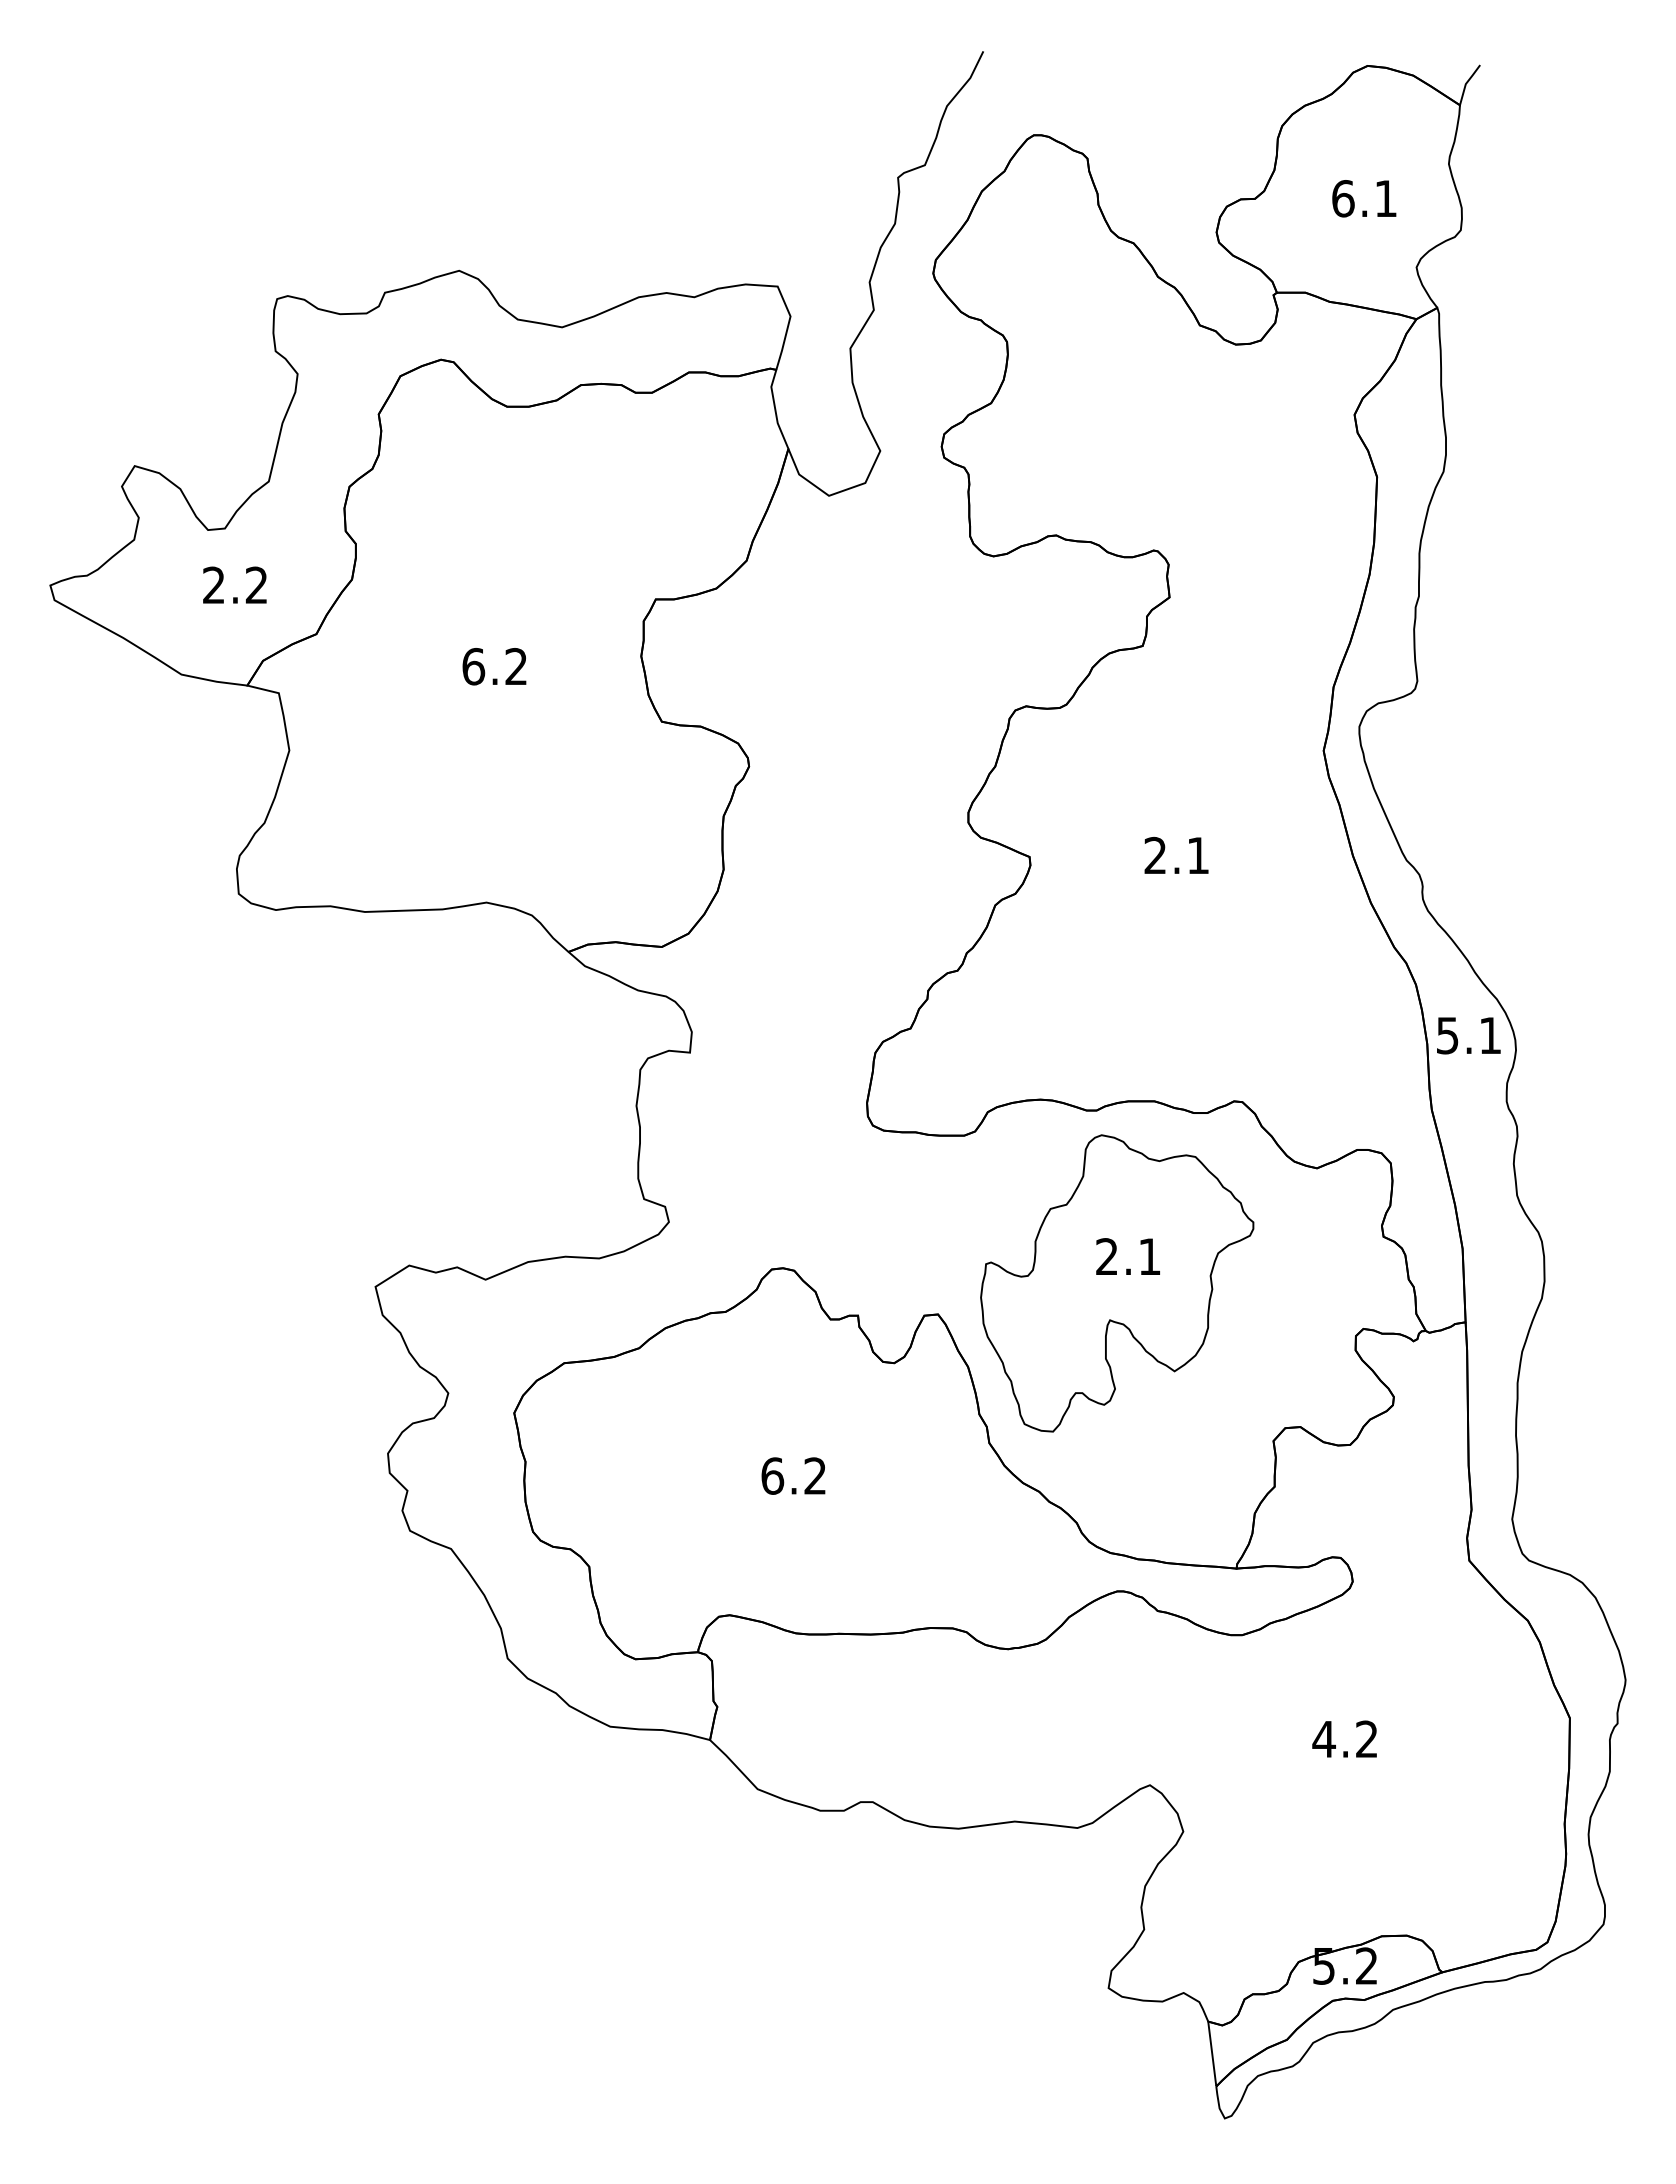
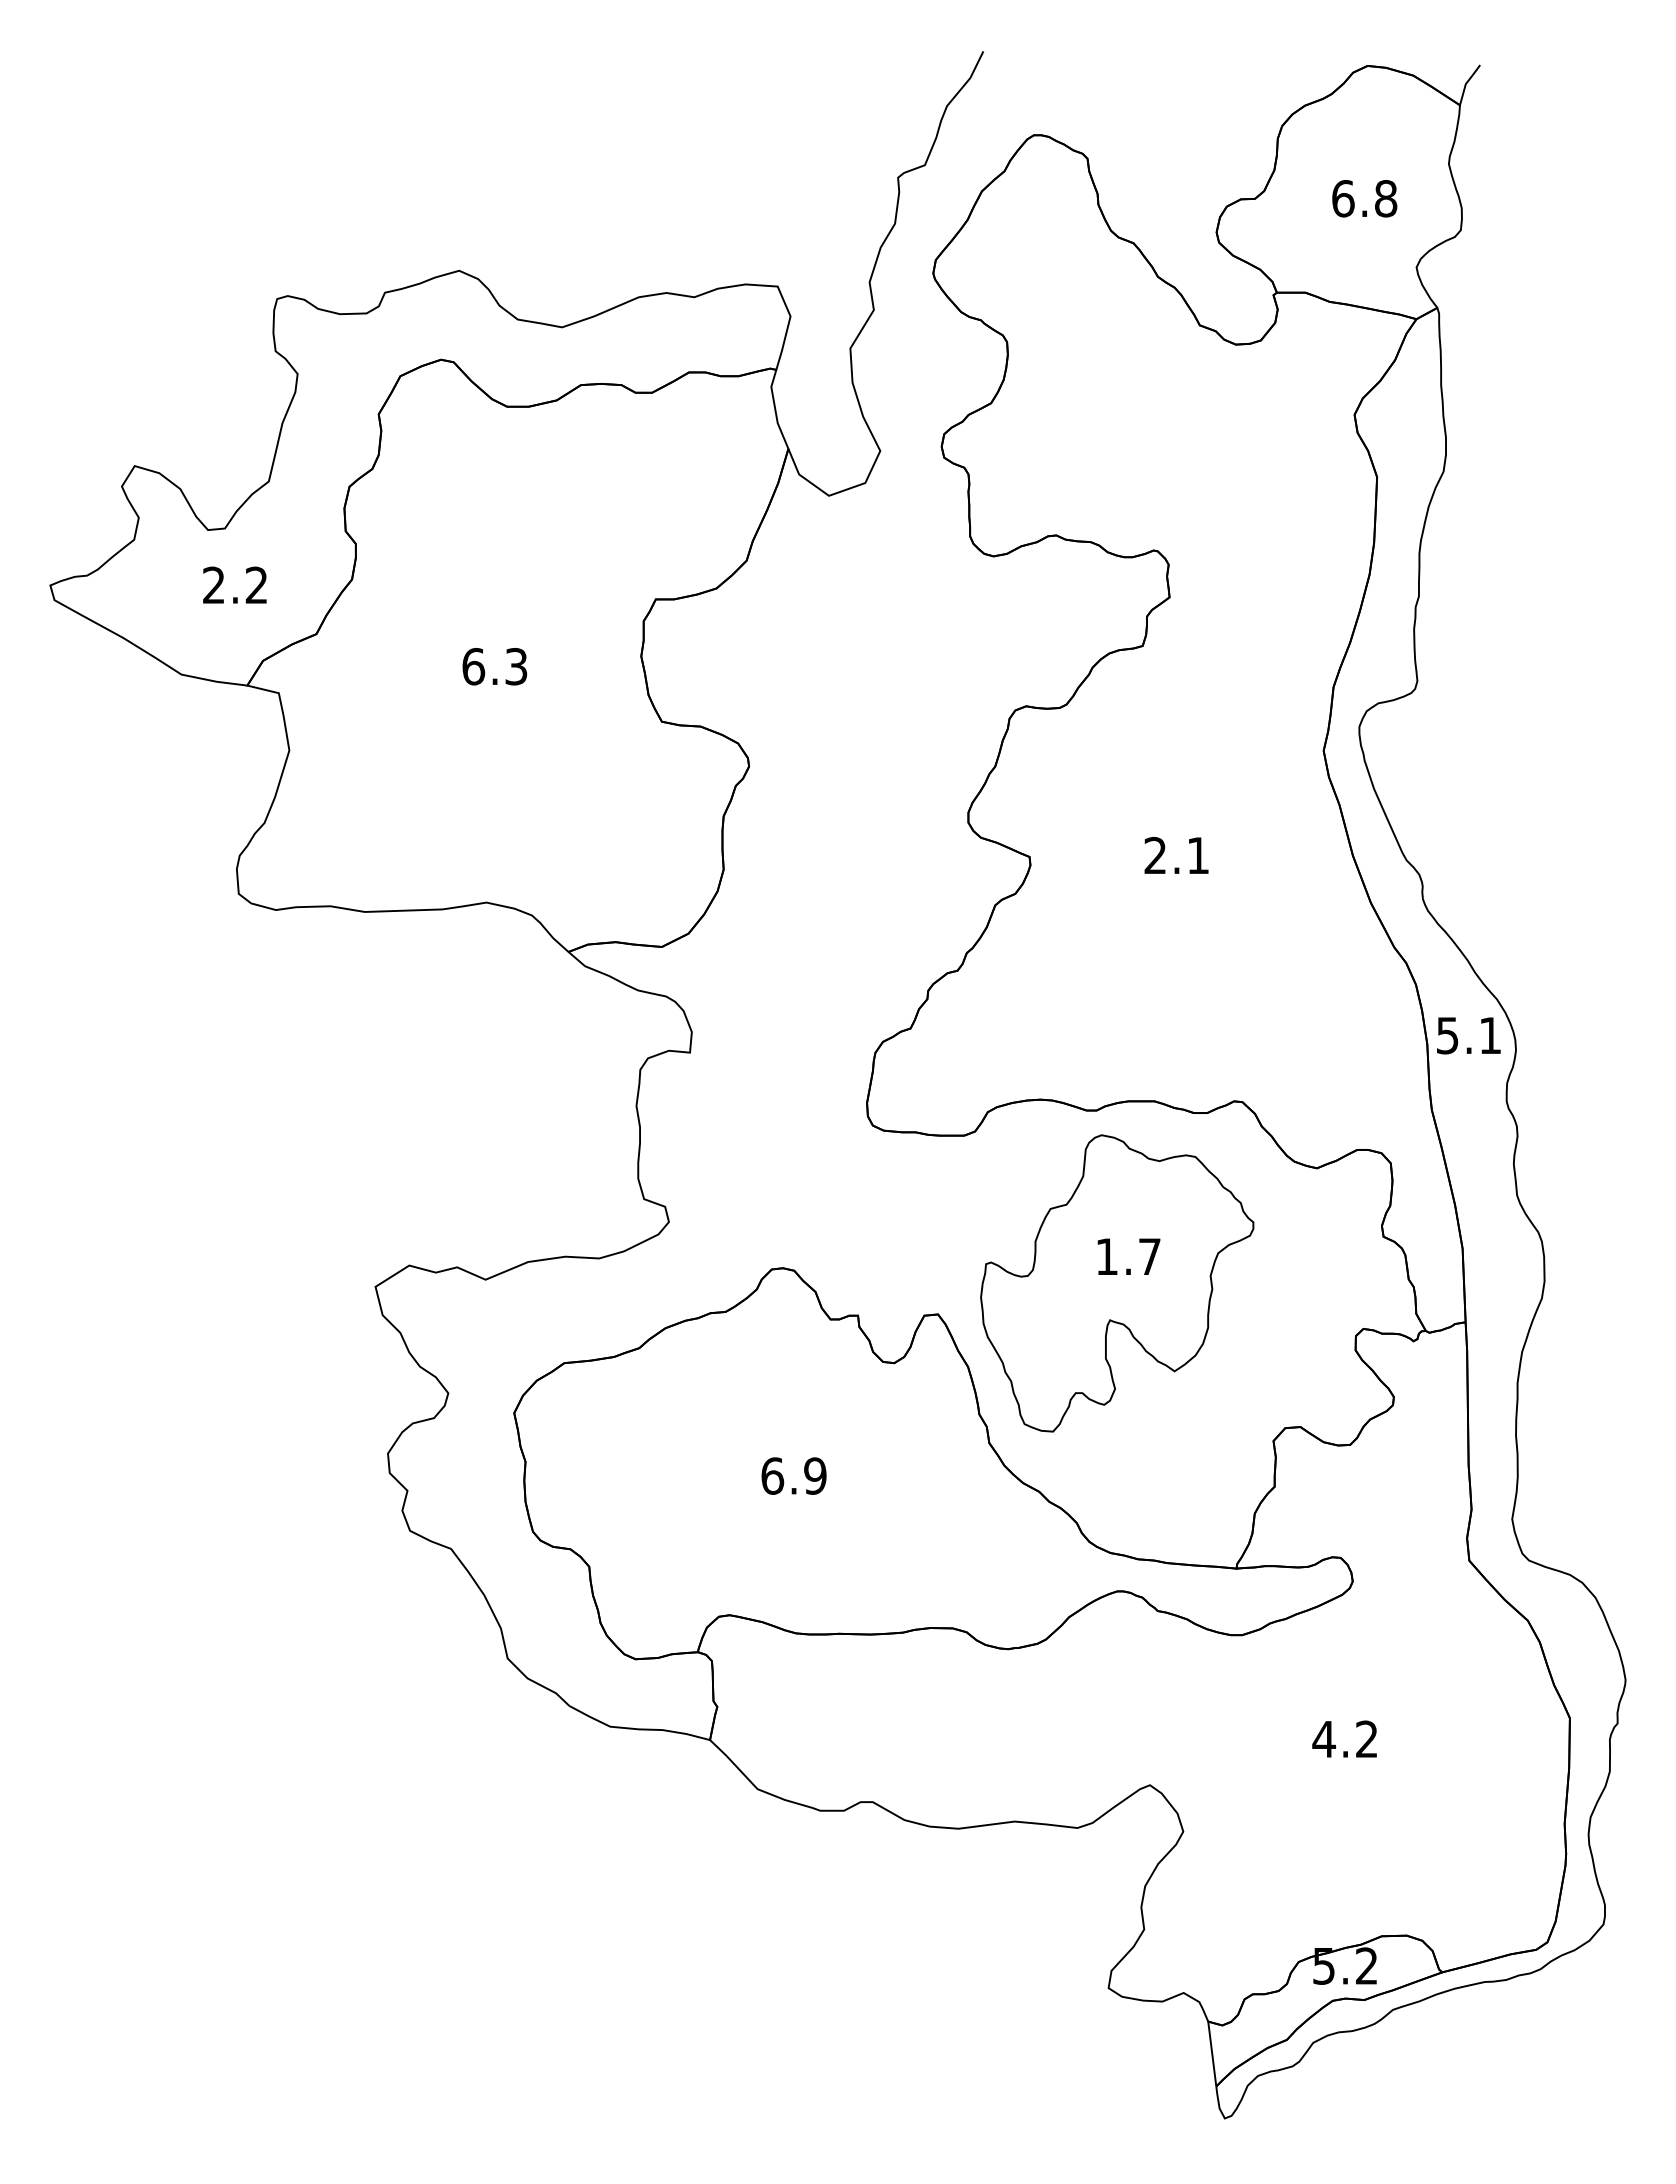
text at (1386, 198): 6.1 -> 6.8
text at (516, 666): 6.2 -> 6.3
text at (1128, 1256): 2.1 -> 1.7
text at (815, 1475): 6.2 -> 6.9
